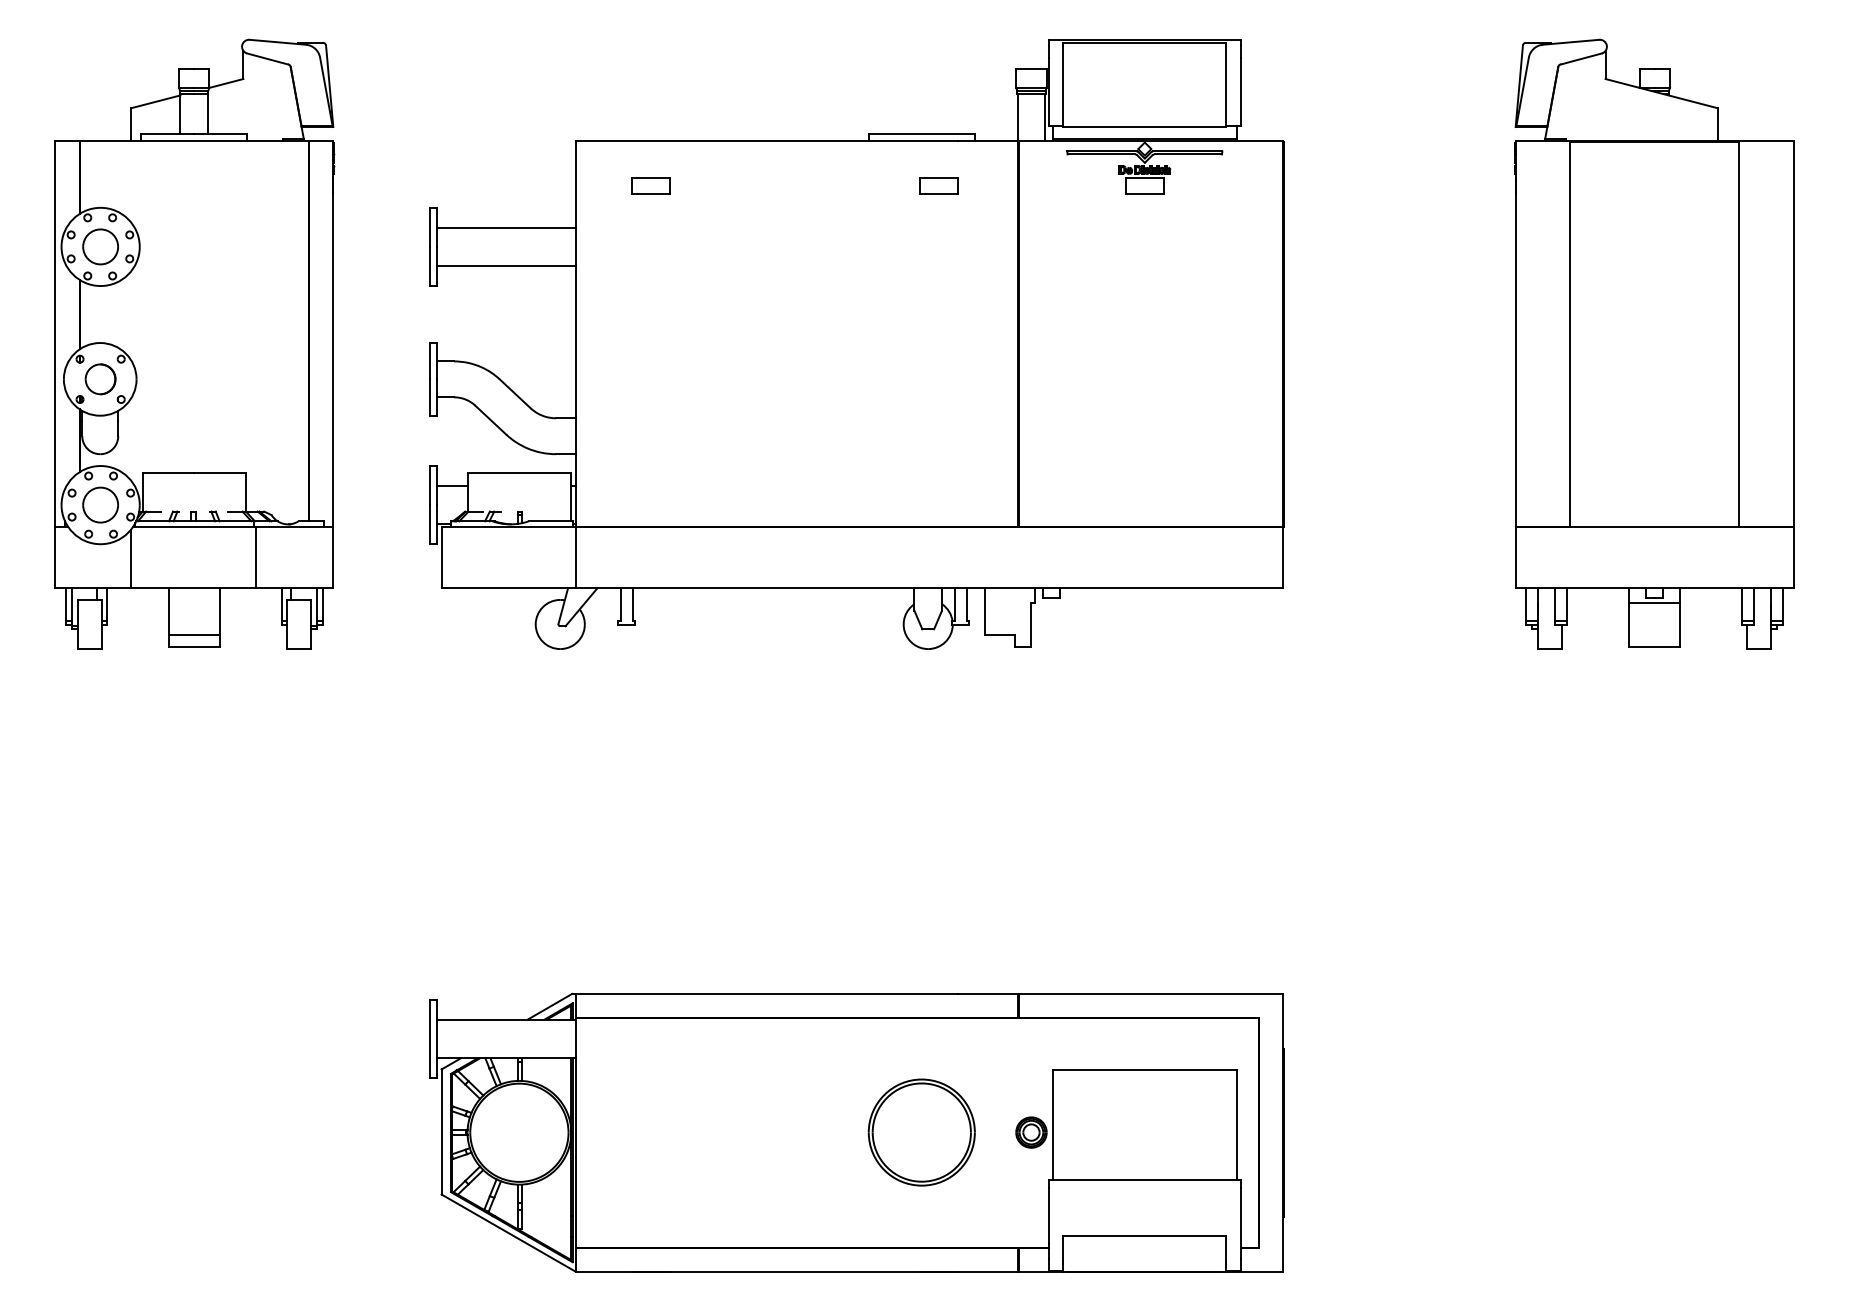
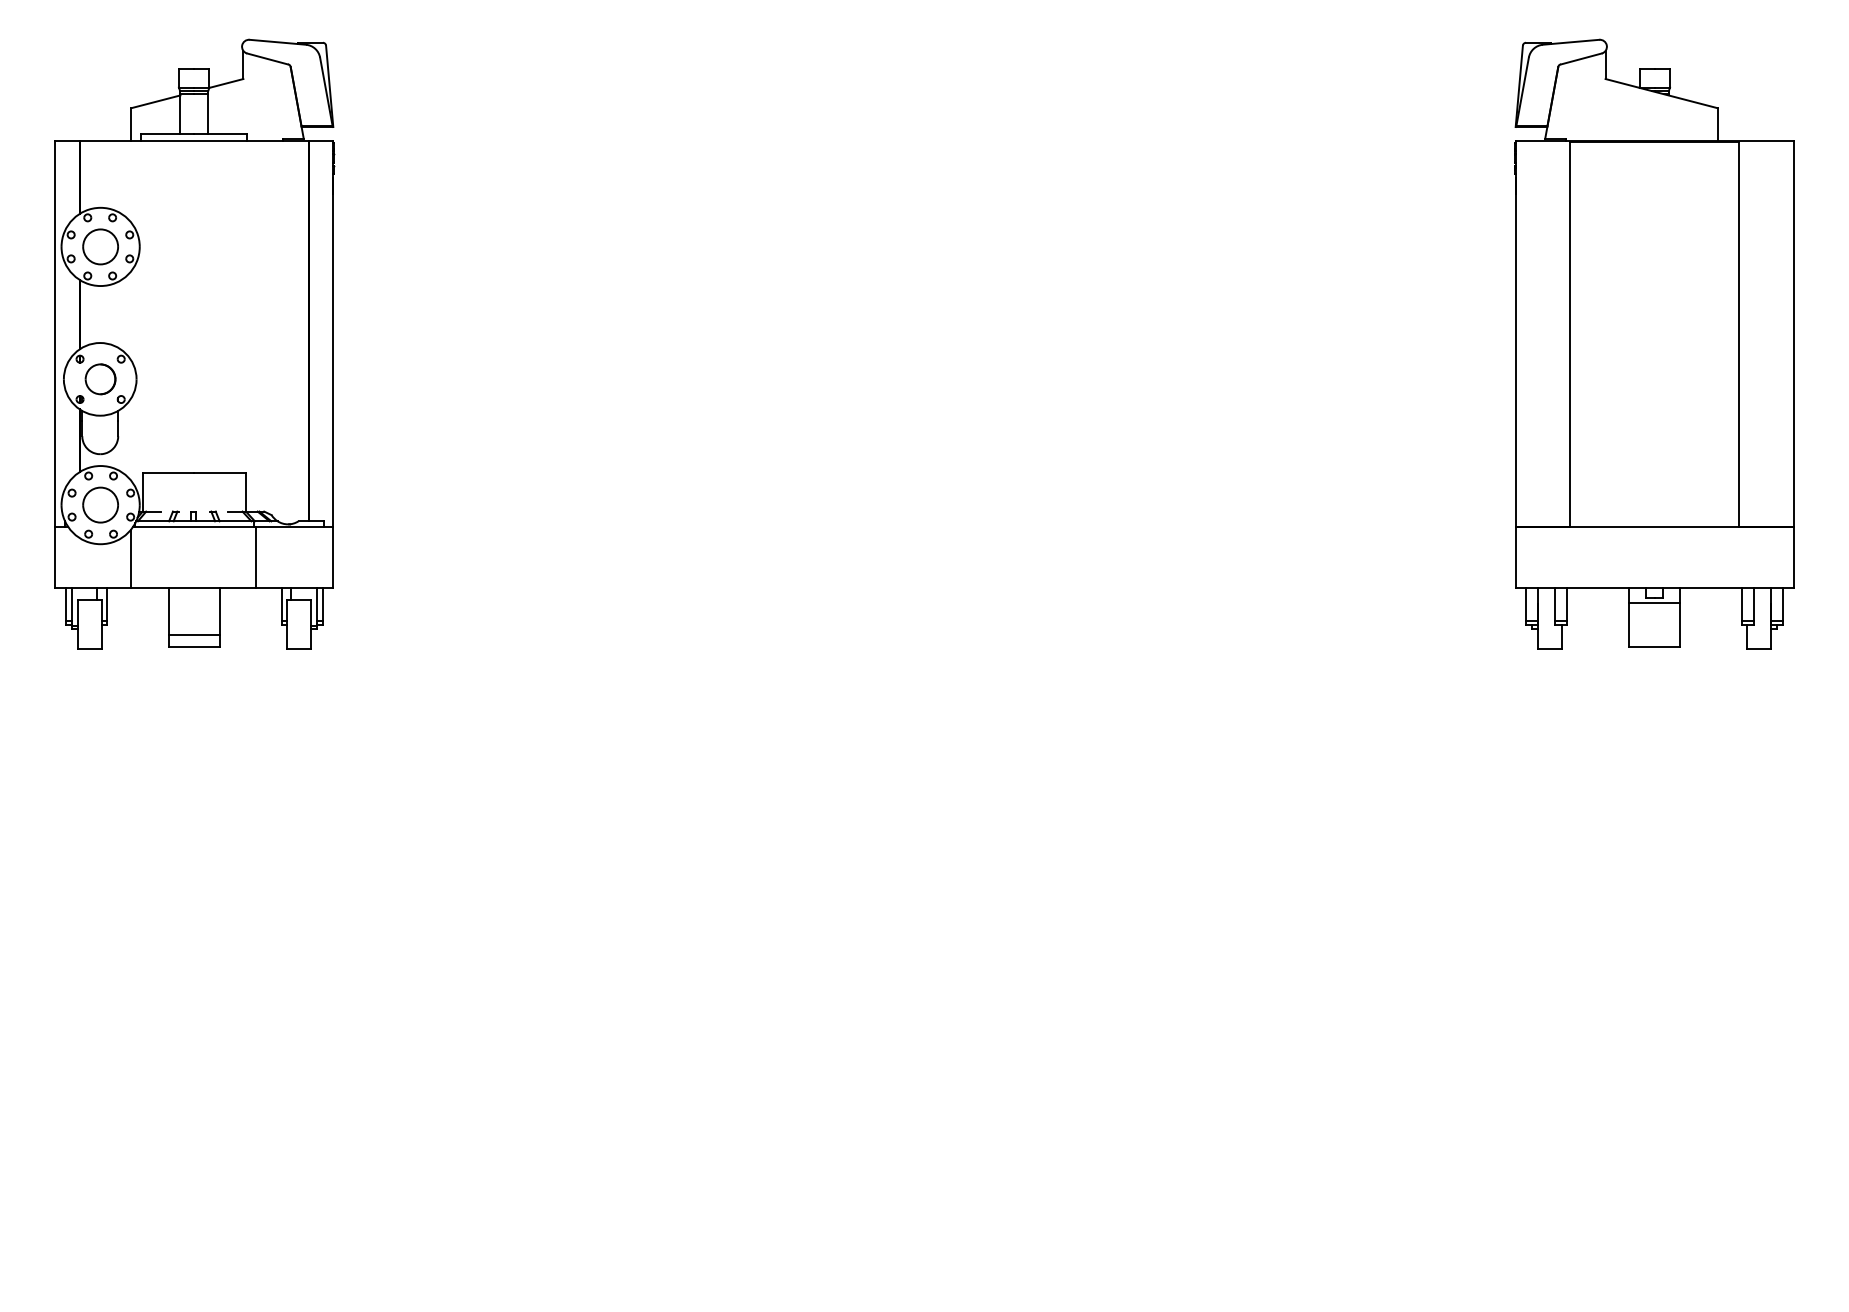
part at (856, 344): present -> none
part at (856, 1132): present -> none
